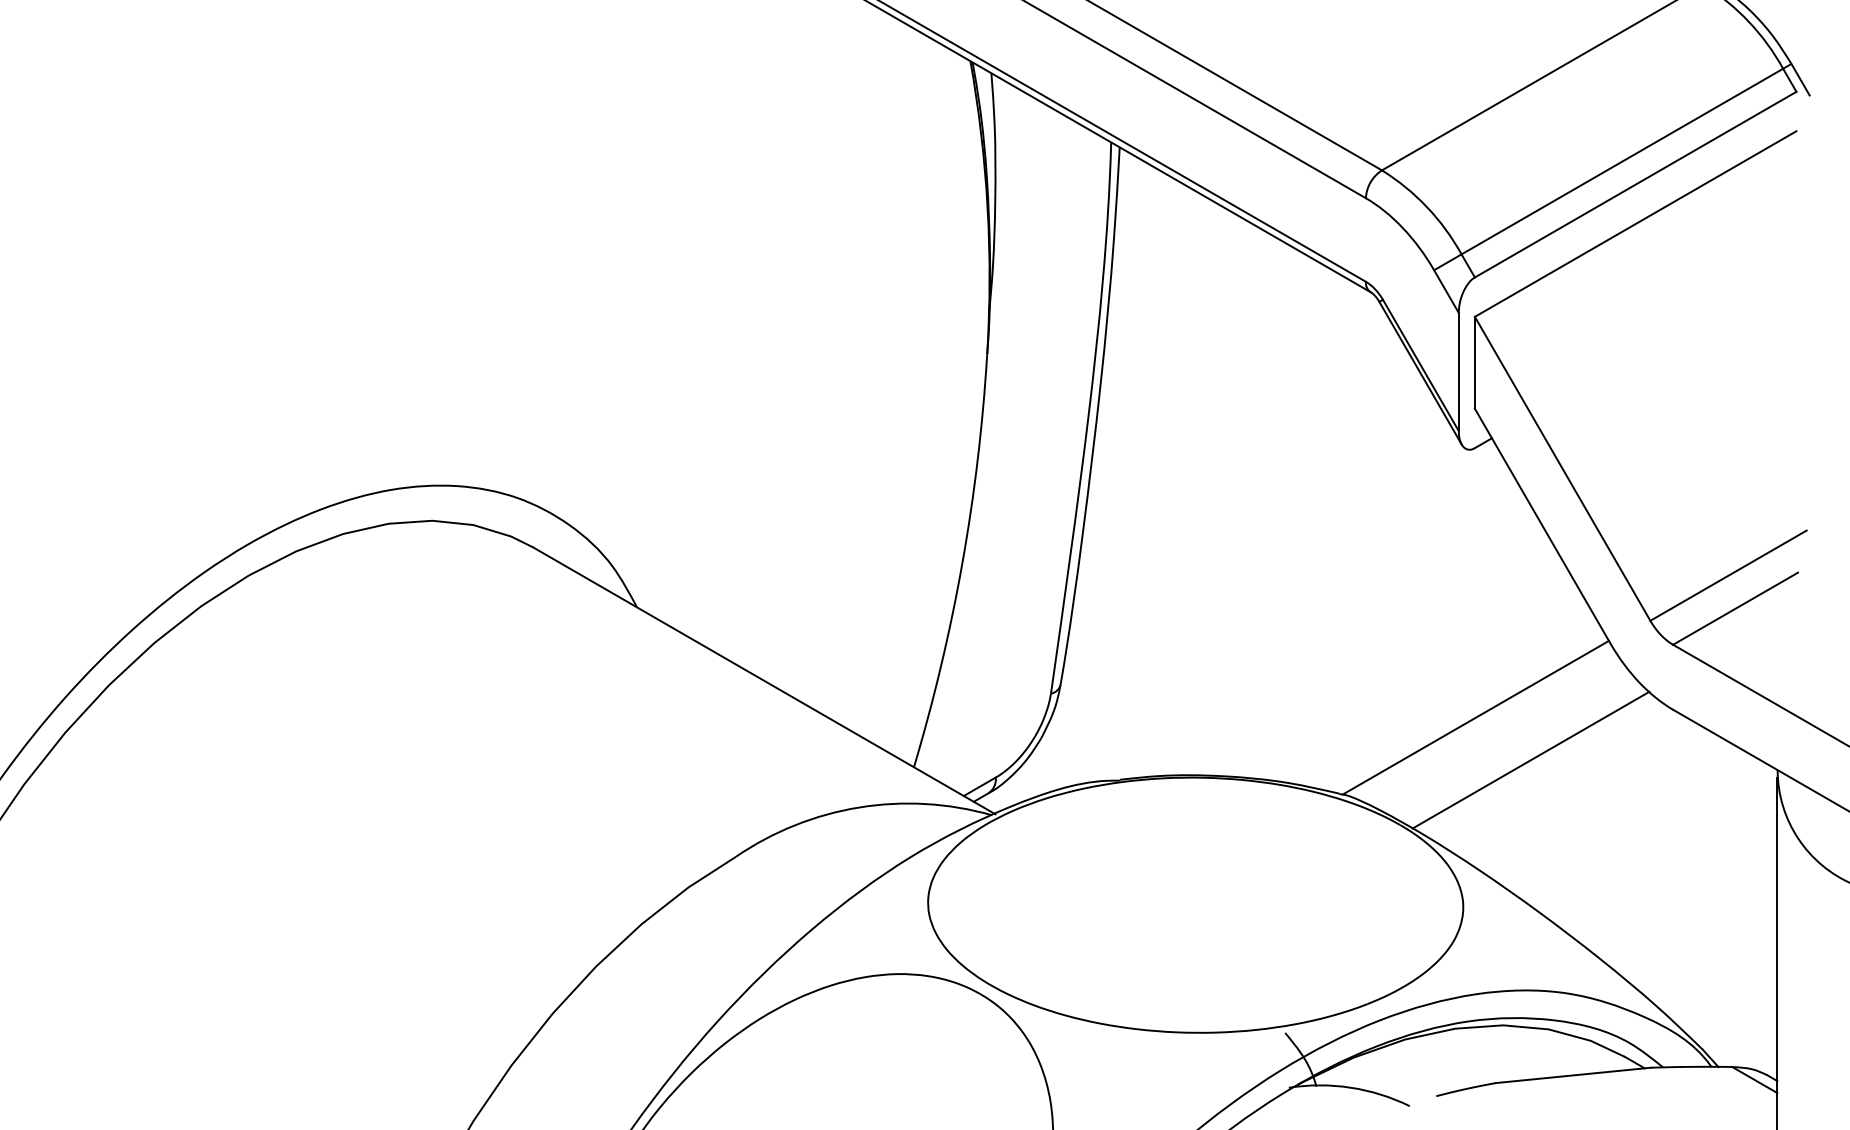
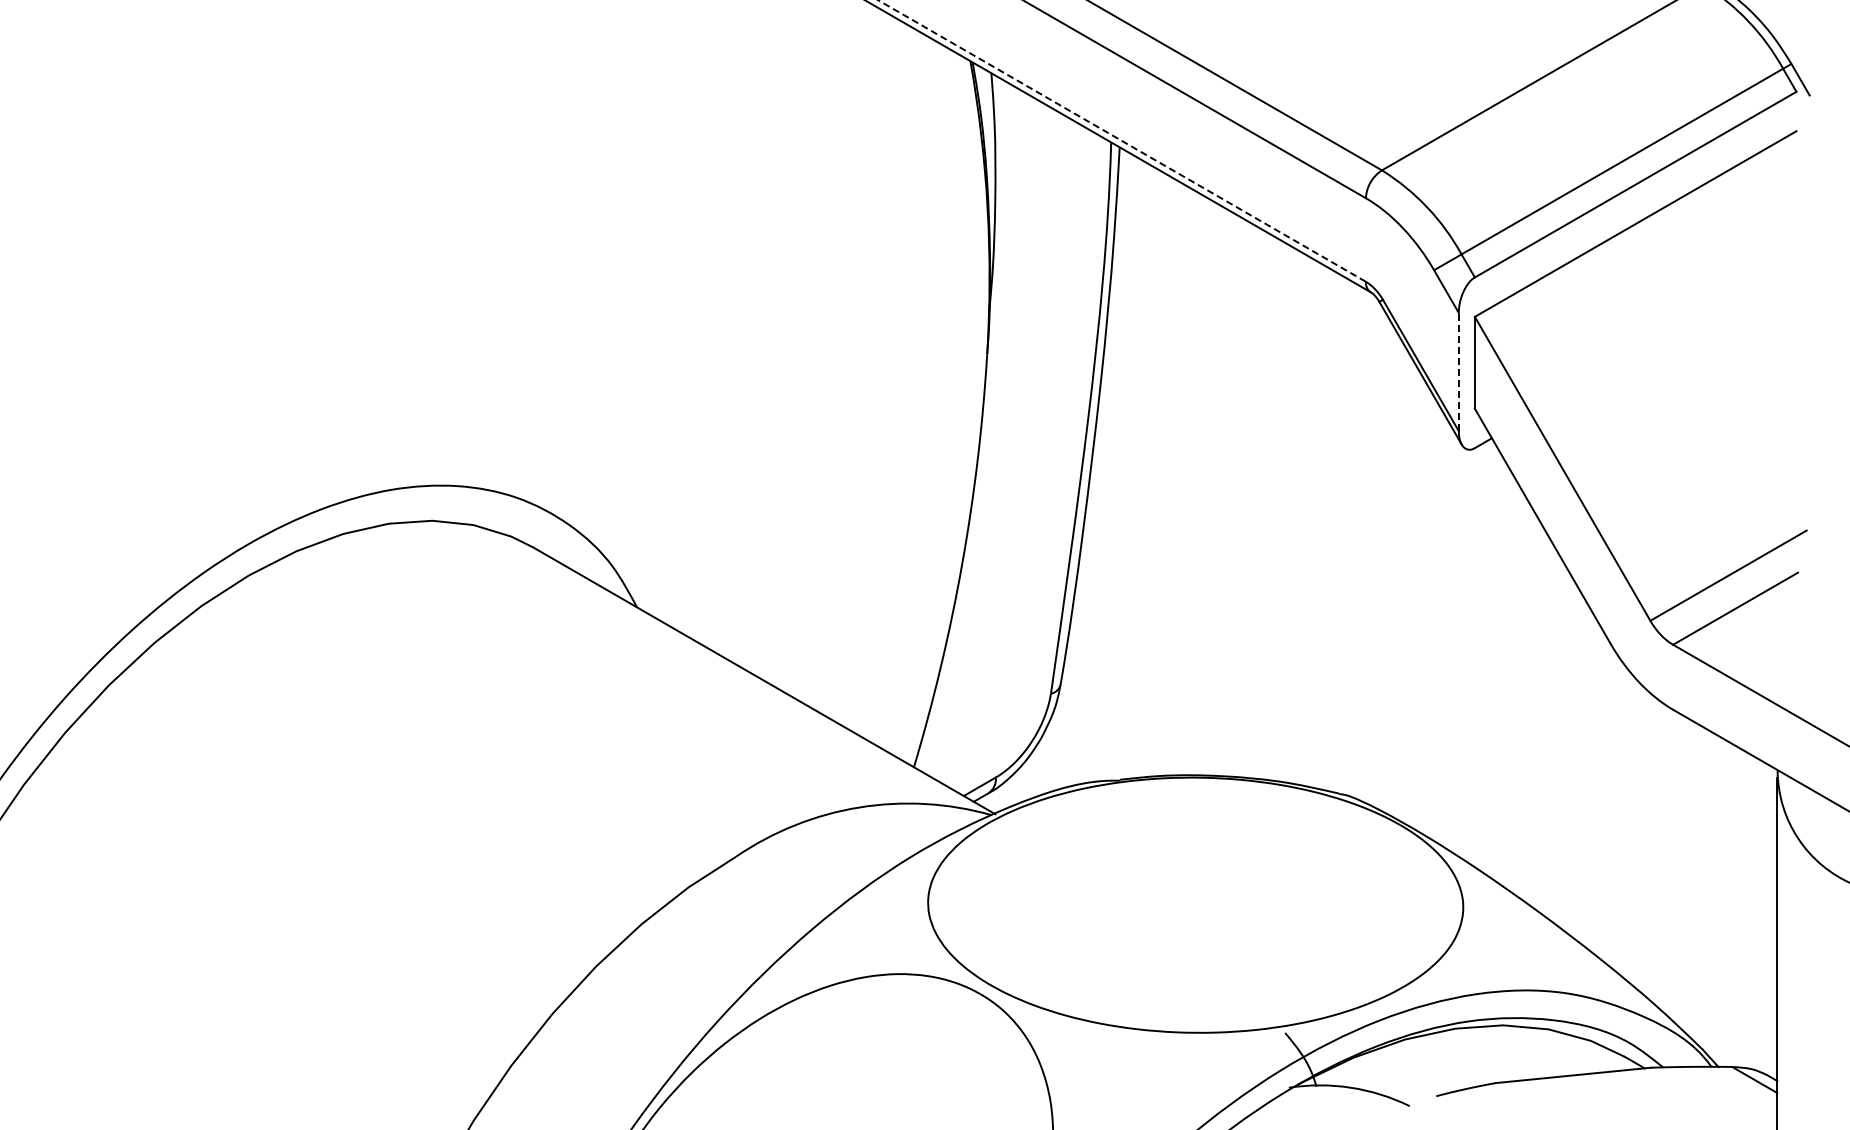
line at (1121, 140): solid -> dashed
line at (1458, 371): solid -> dashed
line at (1475, 717): present -> none
line at (1530, 759): present -> none
